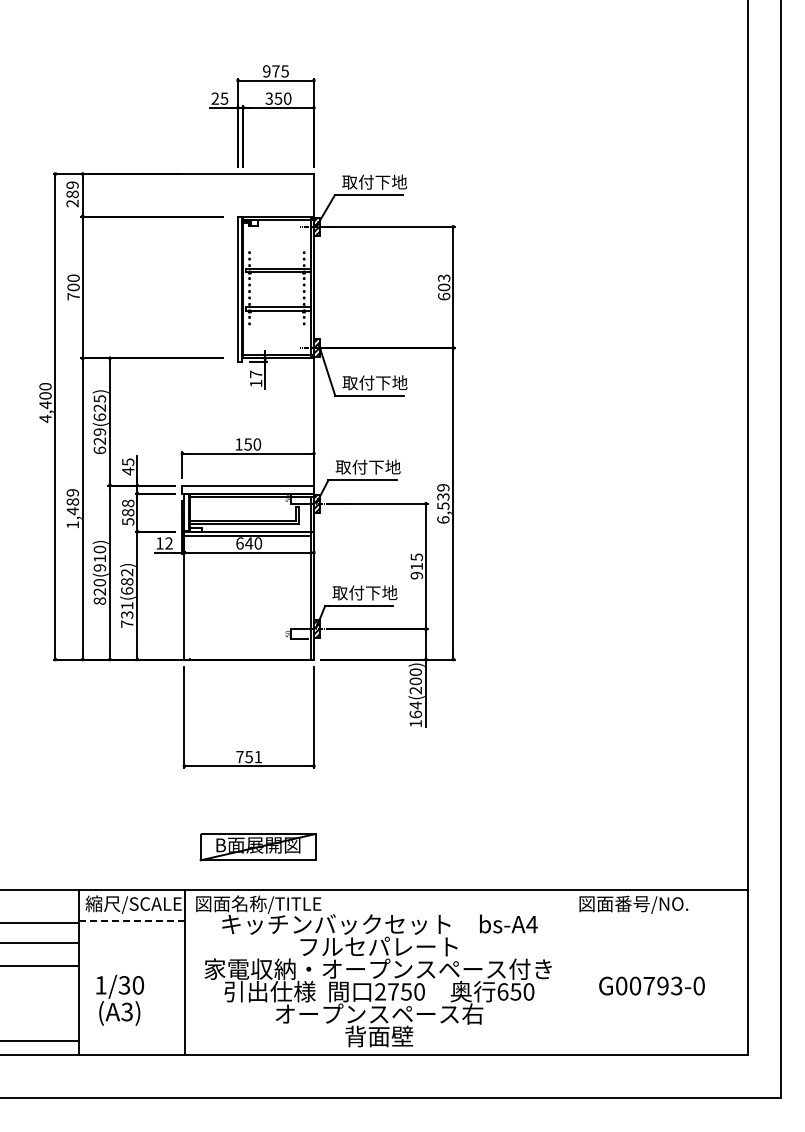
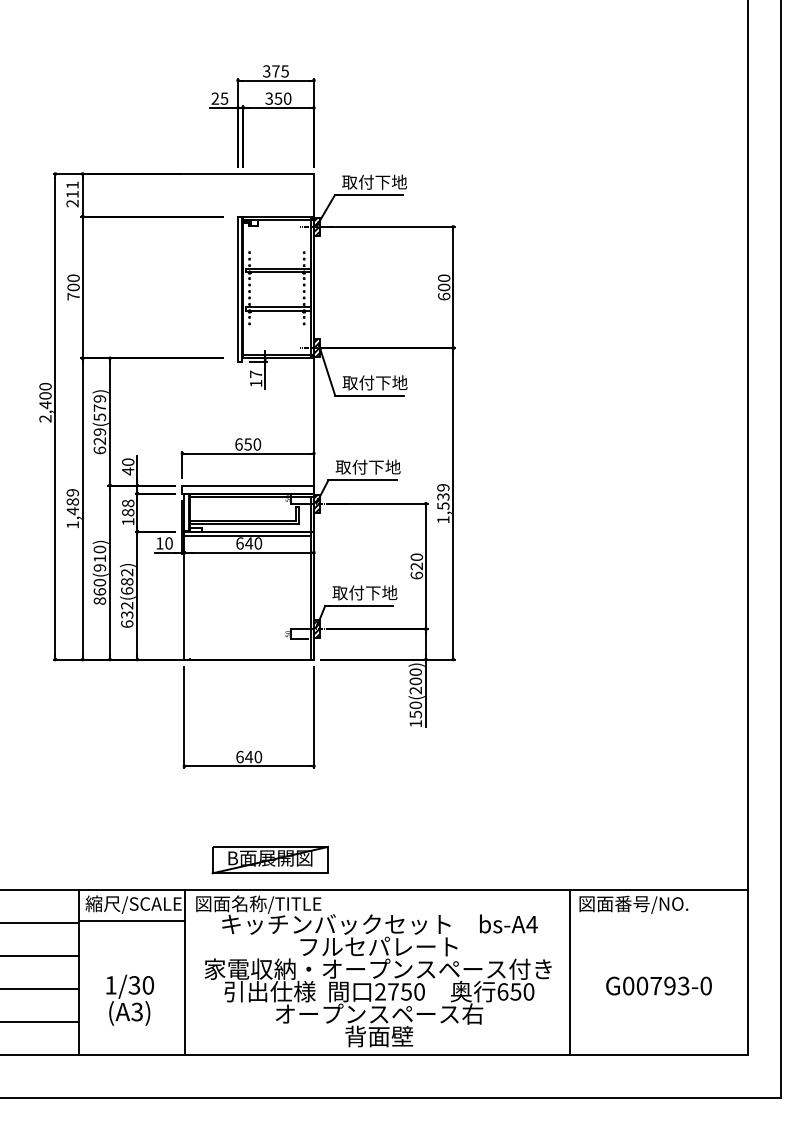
text at (266, 71): 975 -> 375
text at (72, 189): 289 -> 211
text at (444, 278): 603 -> 600
text at (99, 408): 629(625) -> 629(579)
text at (45, 418): 4,400 -> 2,400
text at (238, 444): 150 -> 650
text at (128, 462): 45 -> 40
text at (443, 519): 6,539 -> 1,539
text at (128, 521): 588 -> 188
text at (168, 543): 12 -> 10
text at (416, 566): 915 -> 620
text at (99, 591): 820(910) -> 860(910)
text at (127, 614): 731(682) -> 632(682)
text at (415, 709): 164(200) -> 150(200)
text at (249, 756): 751 -> 640
part at (257, 847) position: (257, 847) -> (269, 860)
line at (132, 921): dashed -> solid
line at (40, 943) position: (40, 943) -> (40, 956)
line at (40, 966) position: (40, 966) -> (40, 989)
line at (569, 972): none -> present
text at (651, 985) position: (651, 985) -> (658, 985)
text at (119, 999) position: (119, 999) -> (129, 999)
line at (40, 1041) position: (40, 1041) -> (40, 1022)
